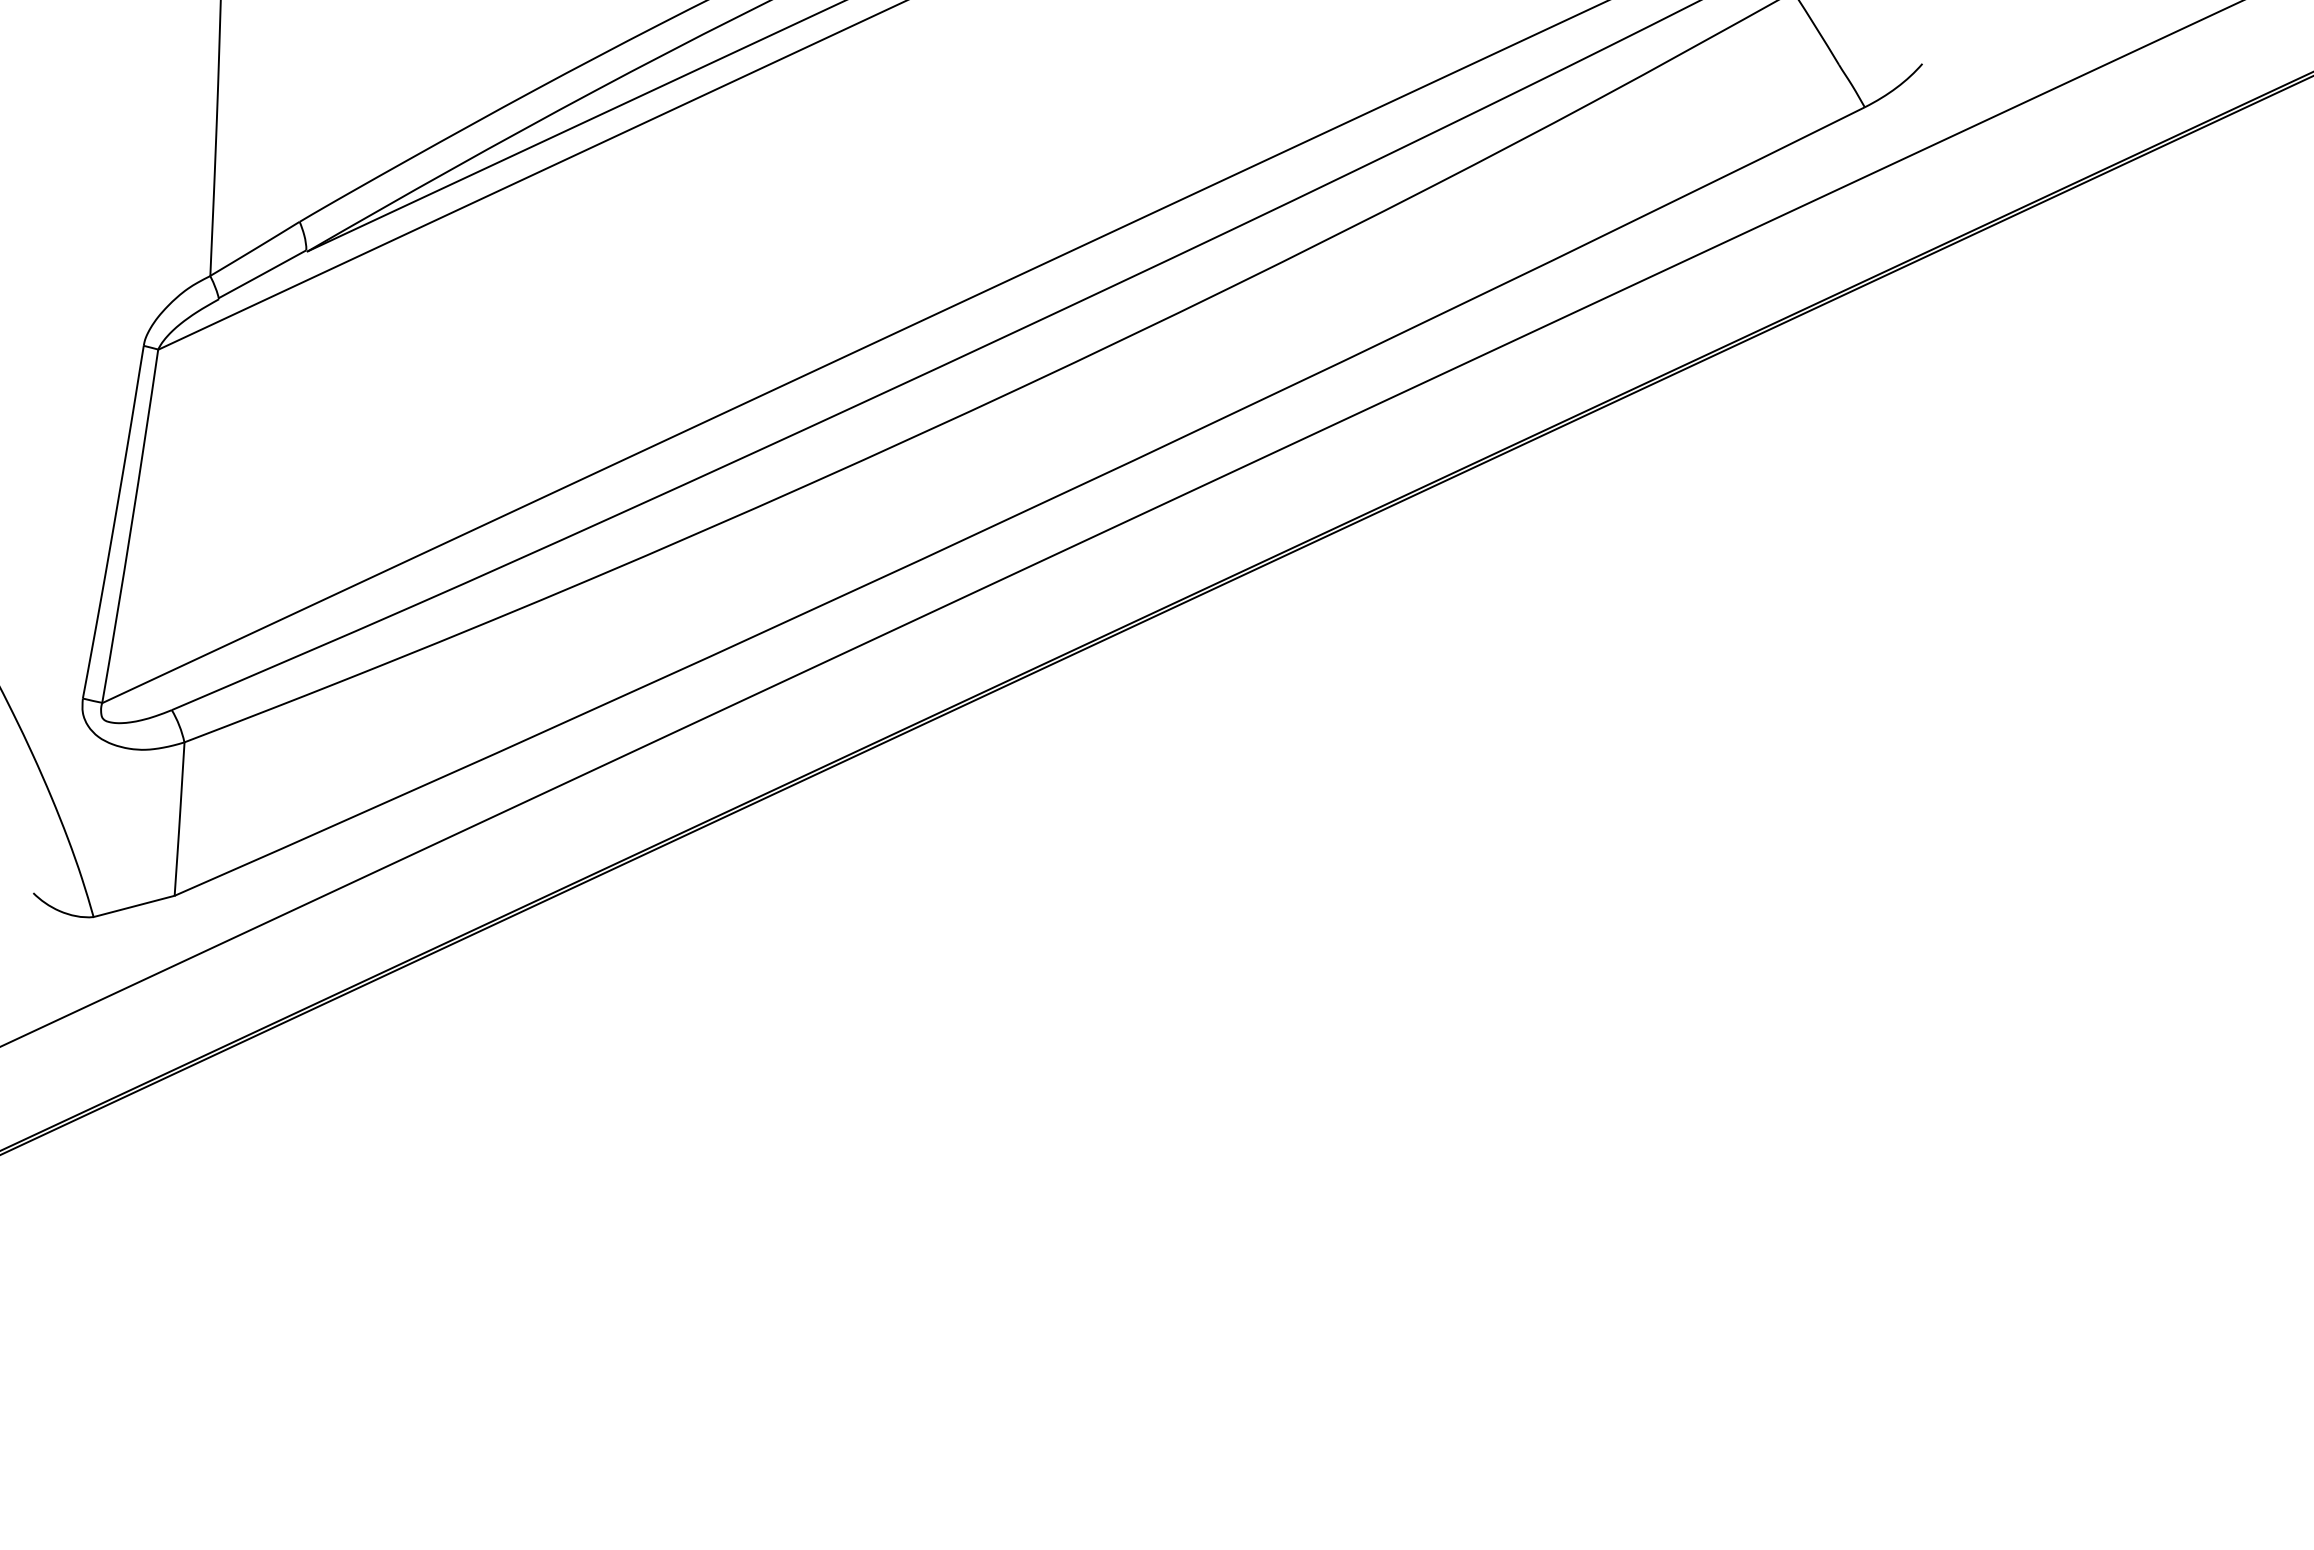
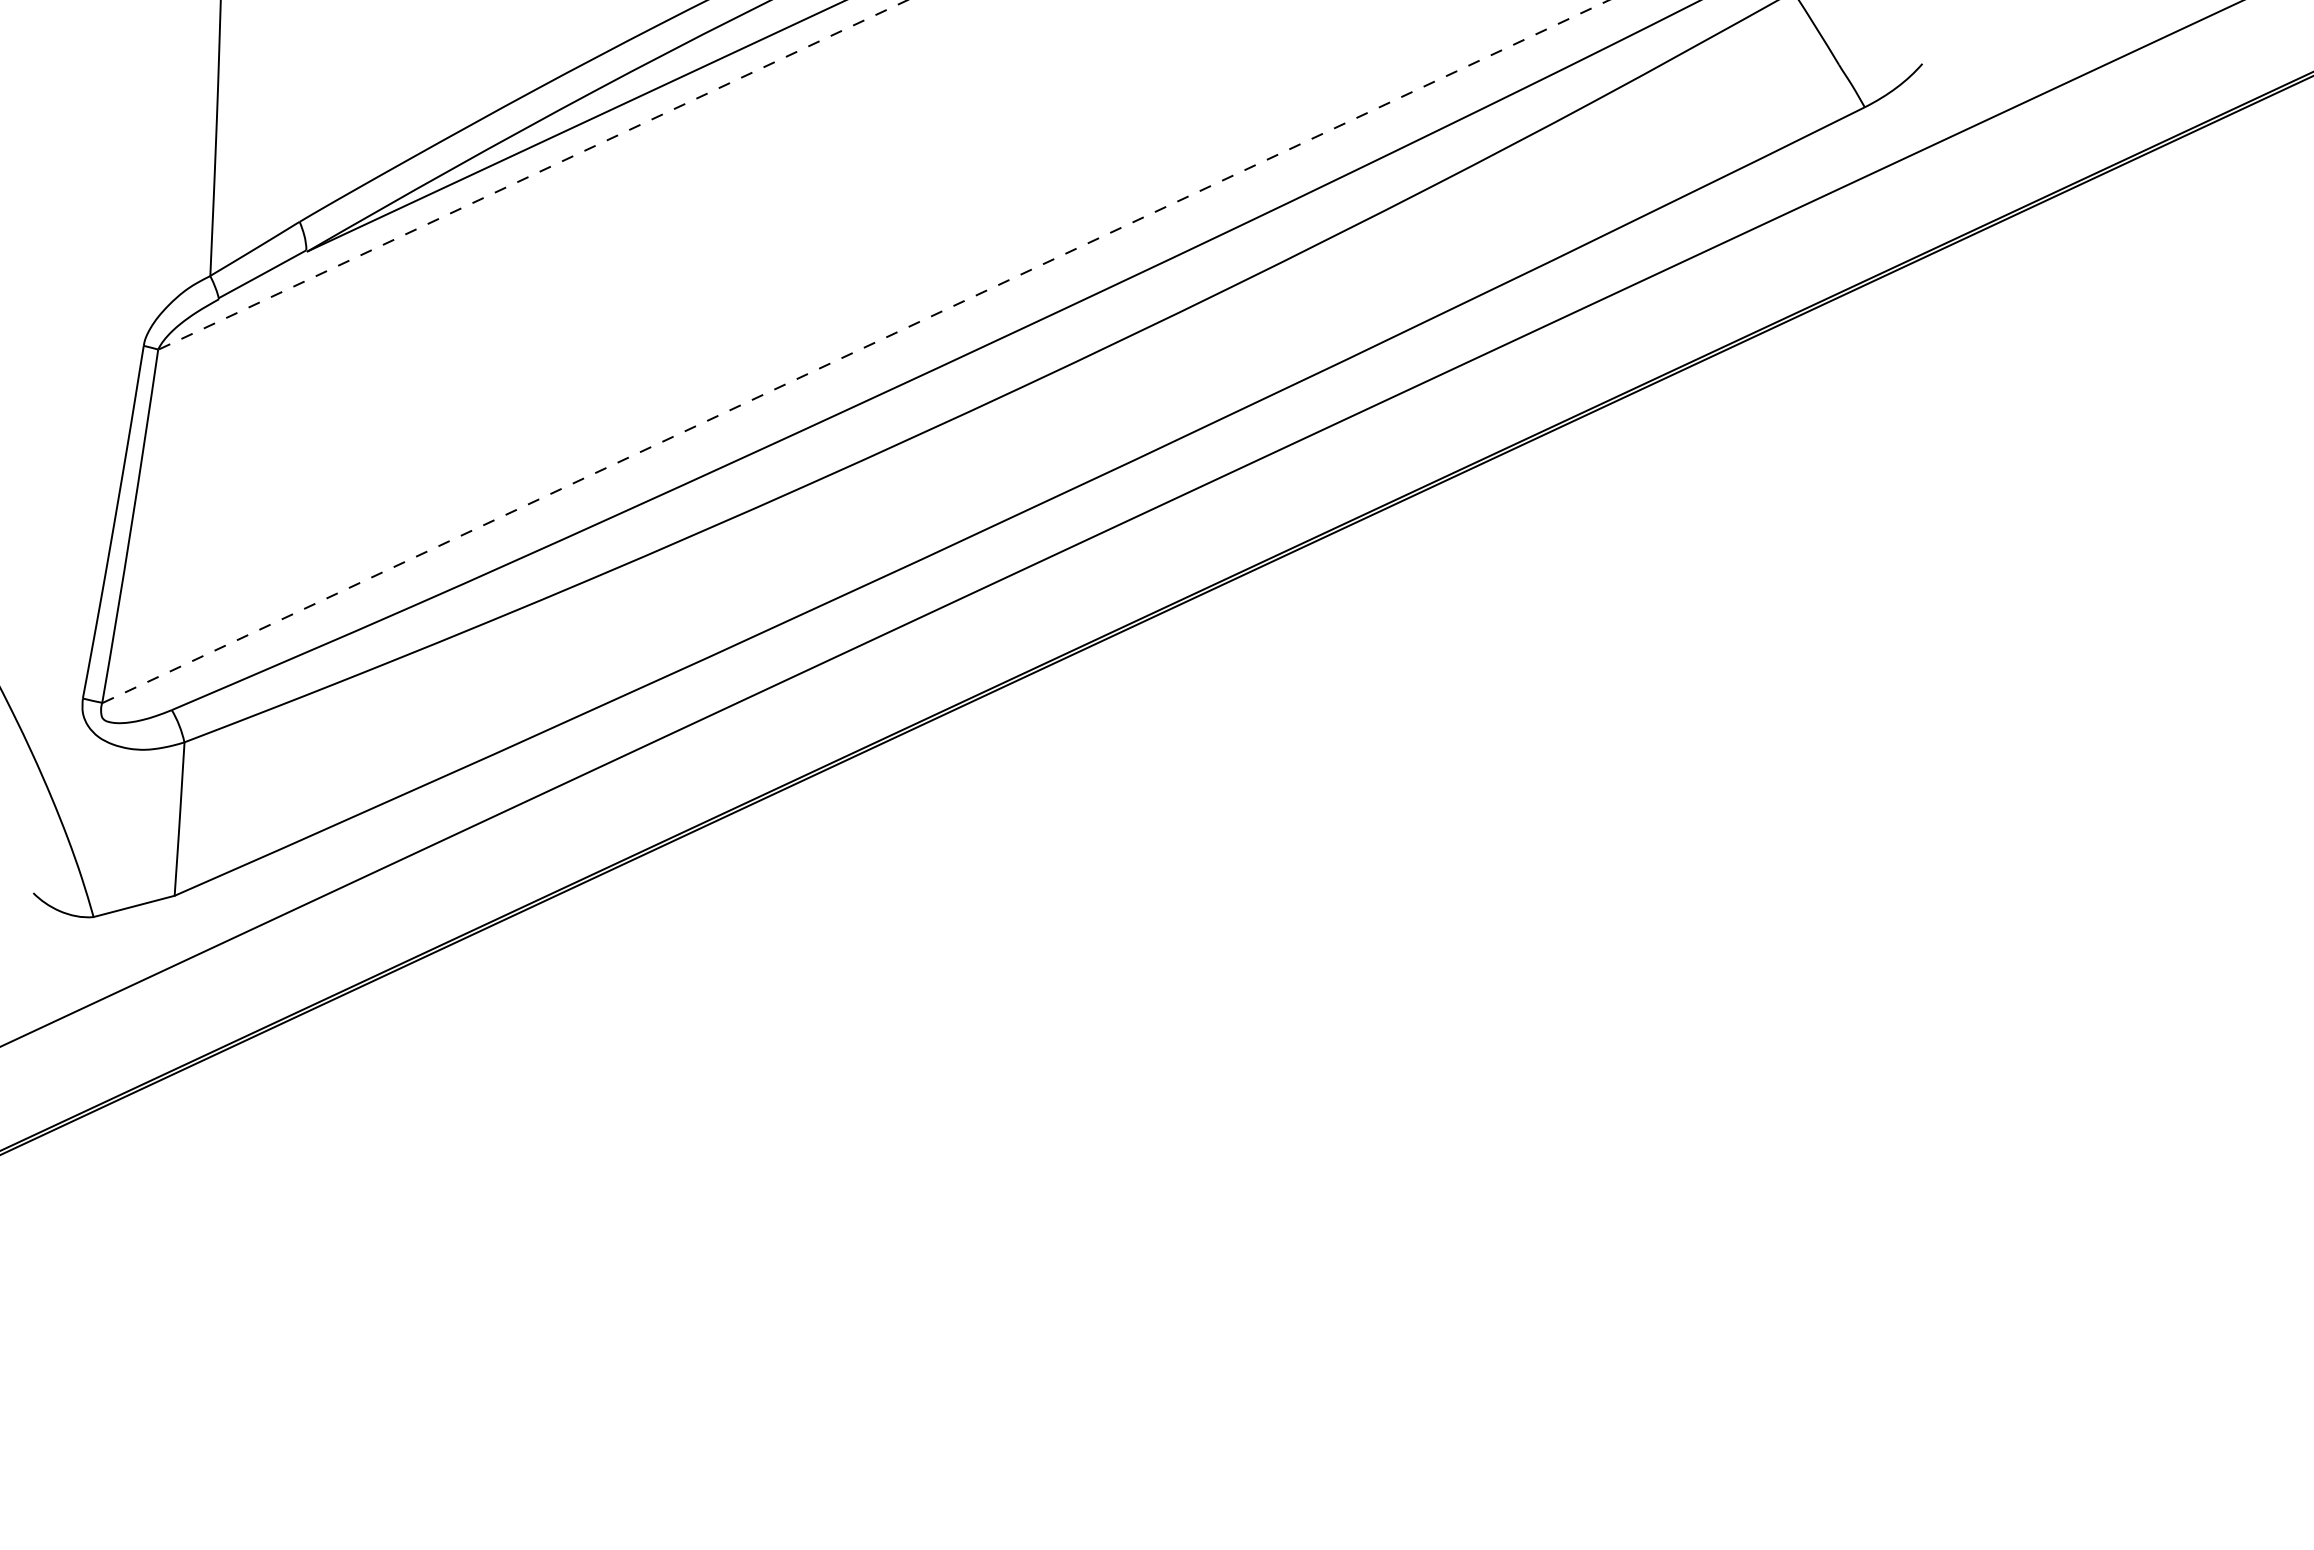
line at (532, 175): solid -> dashed
line at (856, 351): solid -> dashed
